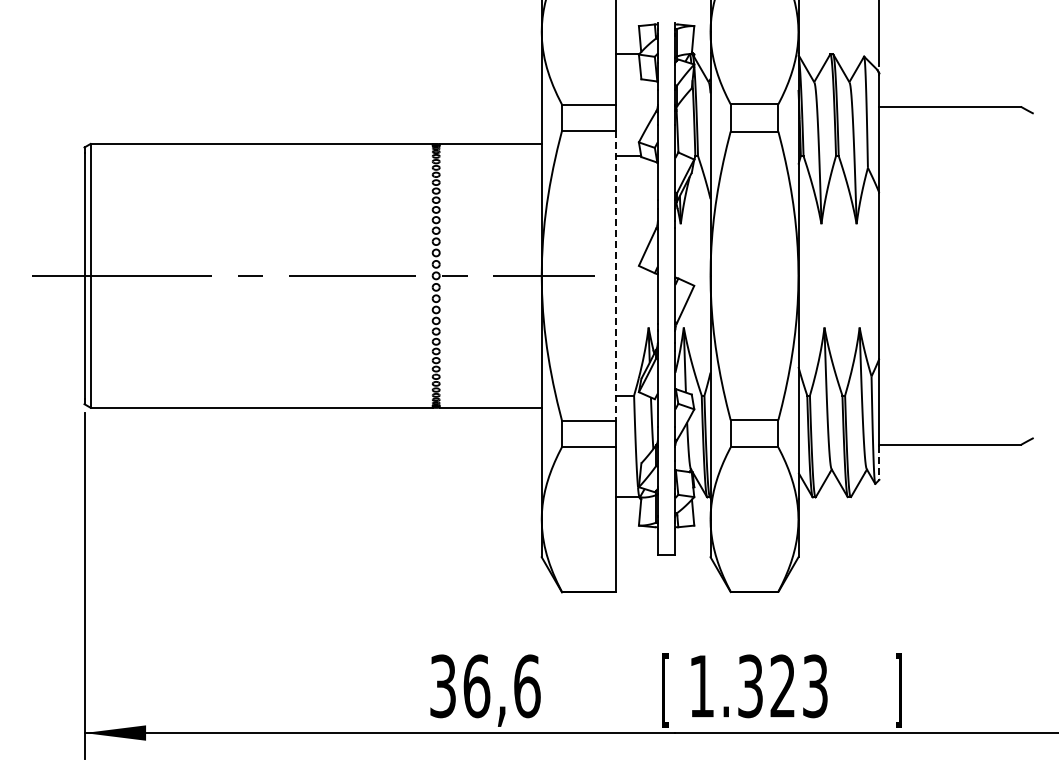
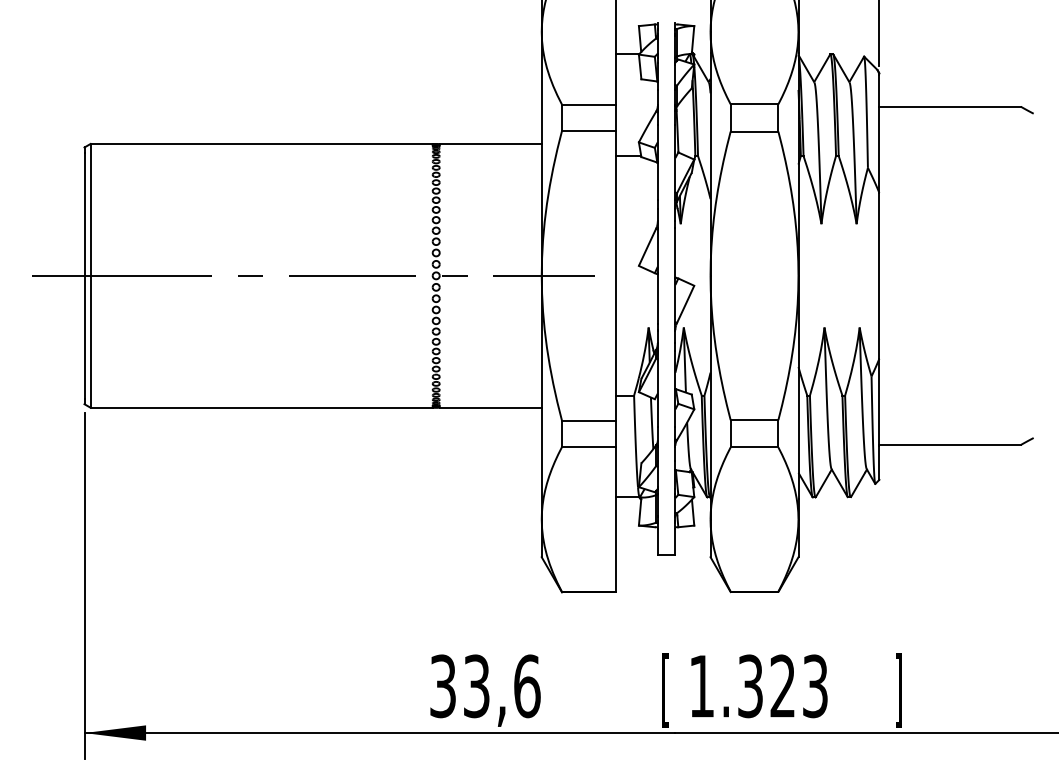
line at (615, 276): dashed -> solid
line at (879, 463): dashed -> solid
text at (476, 686): 36,6 -> 33,6
